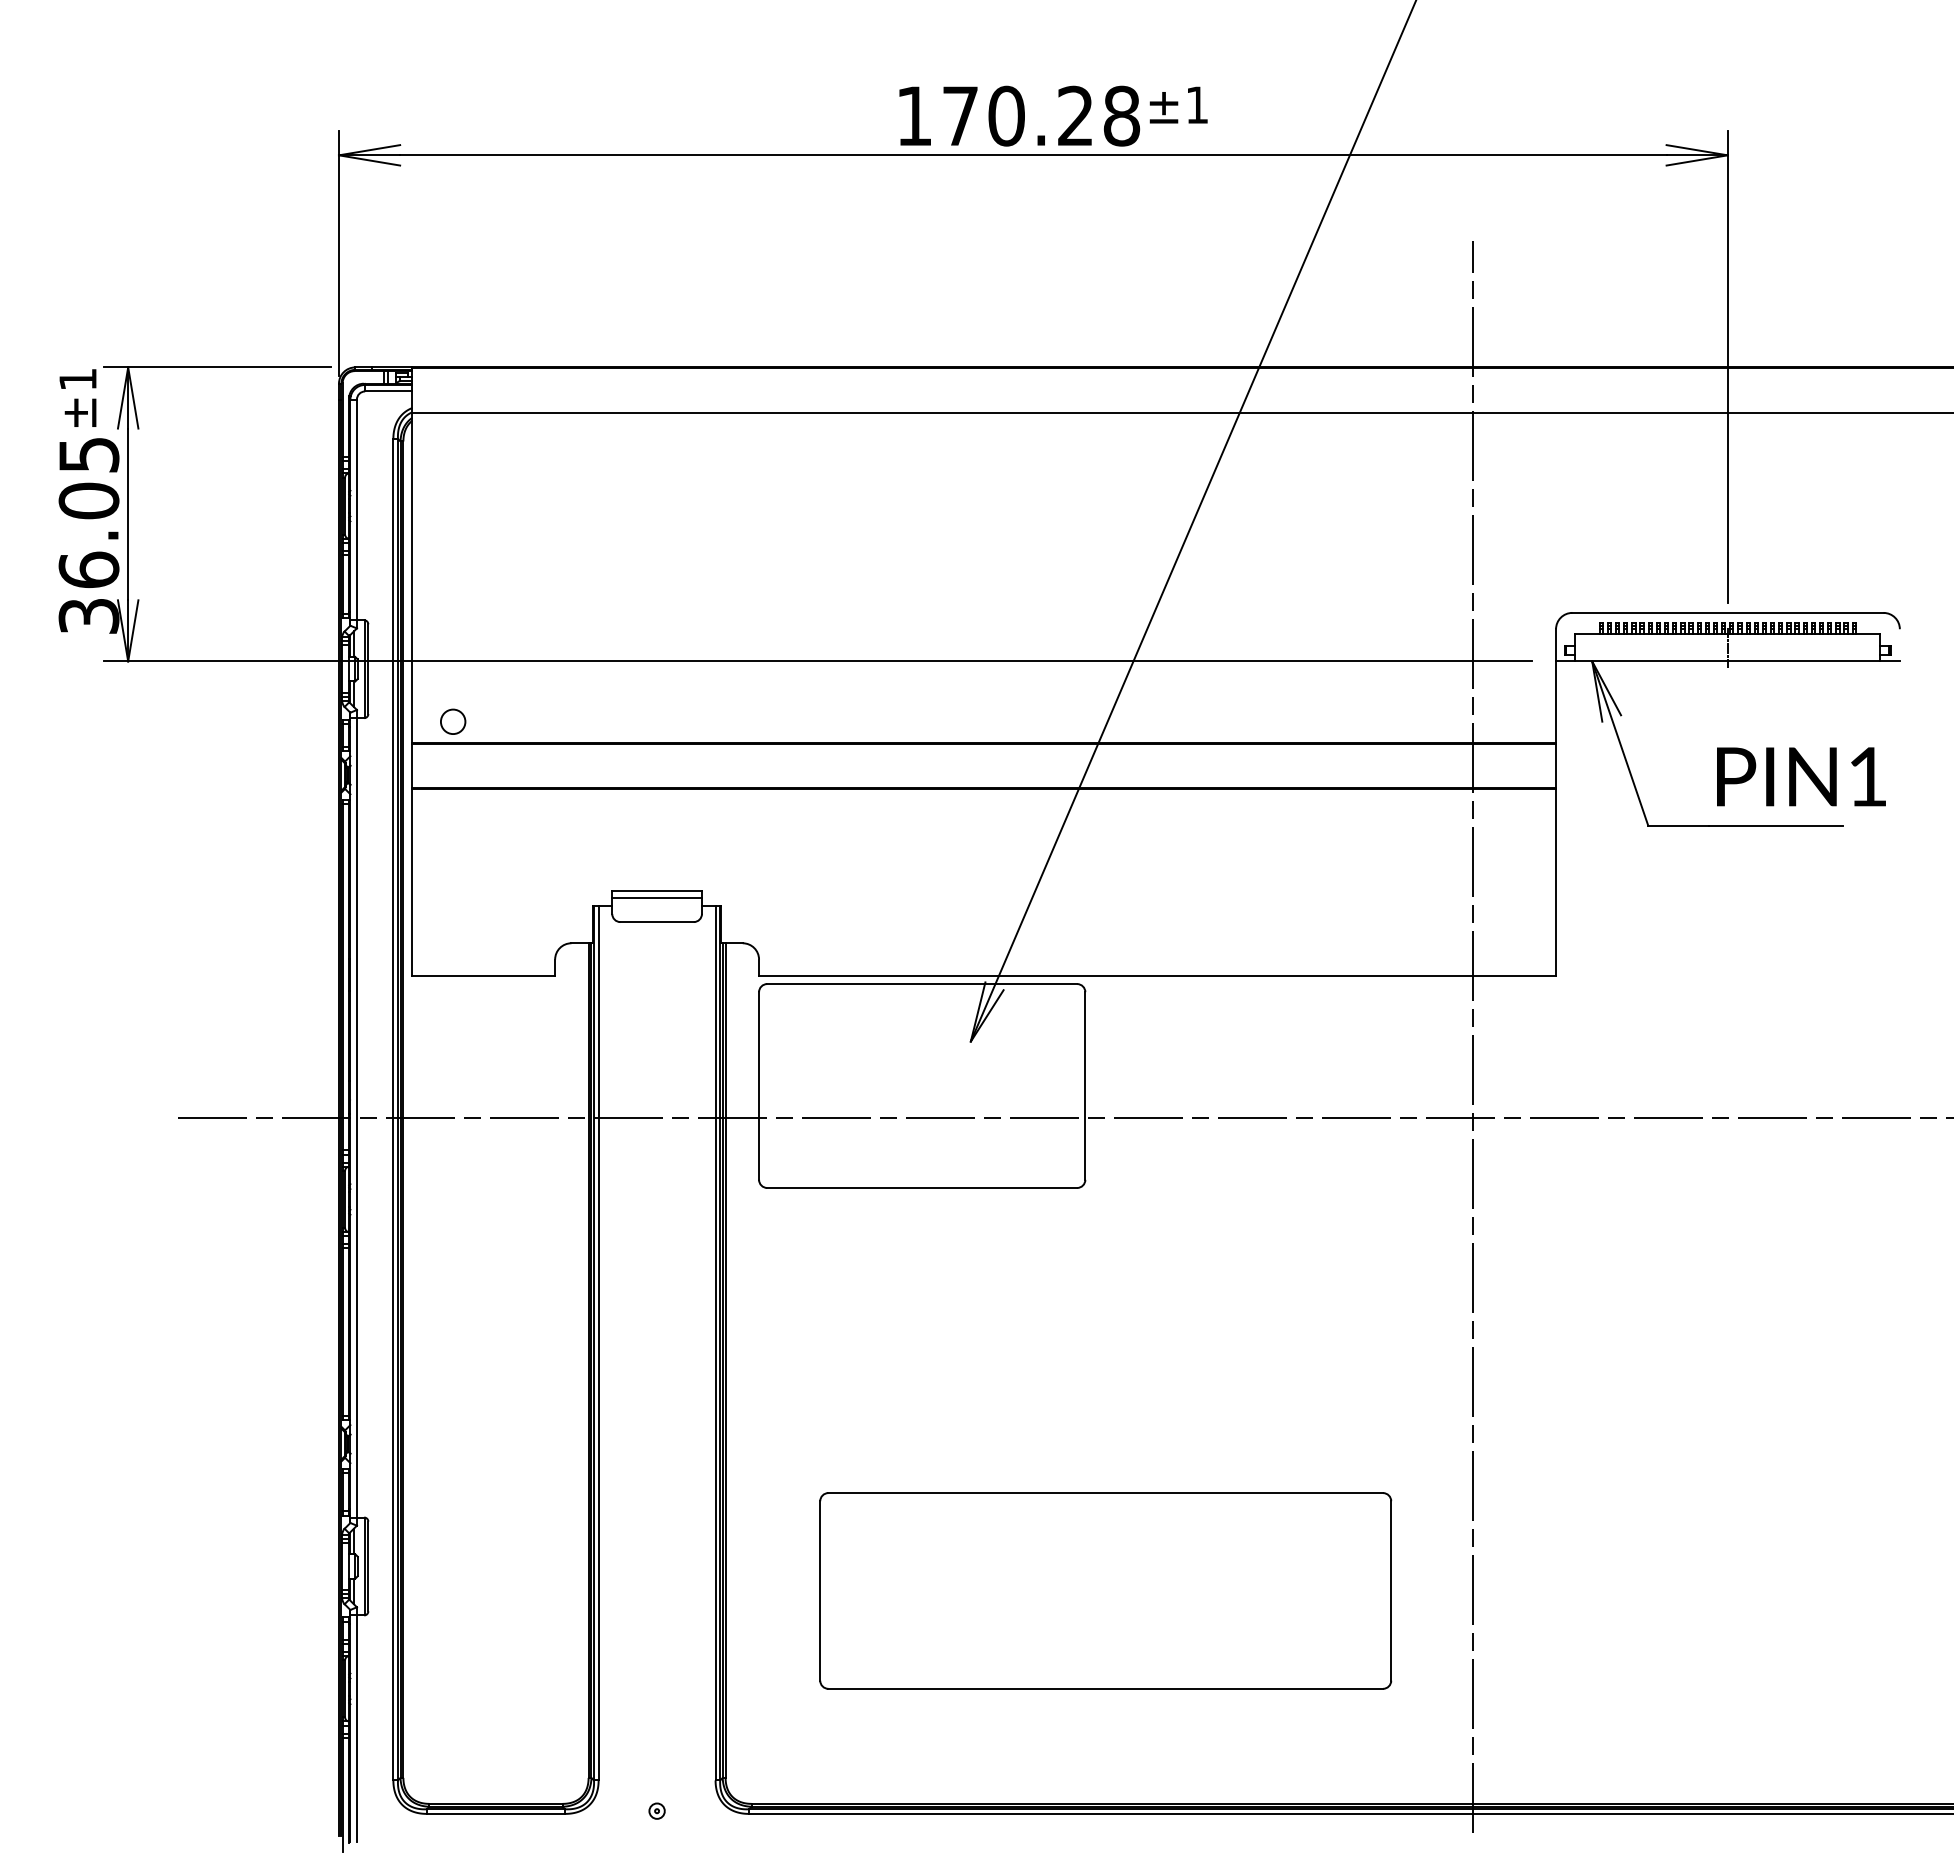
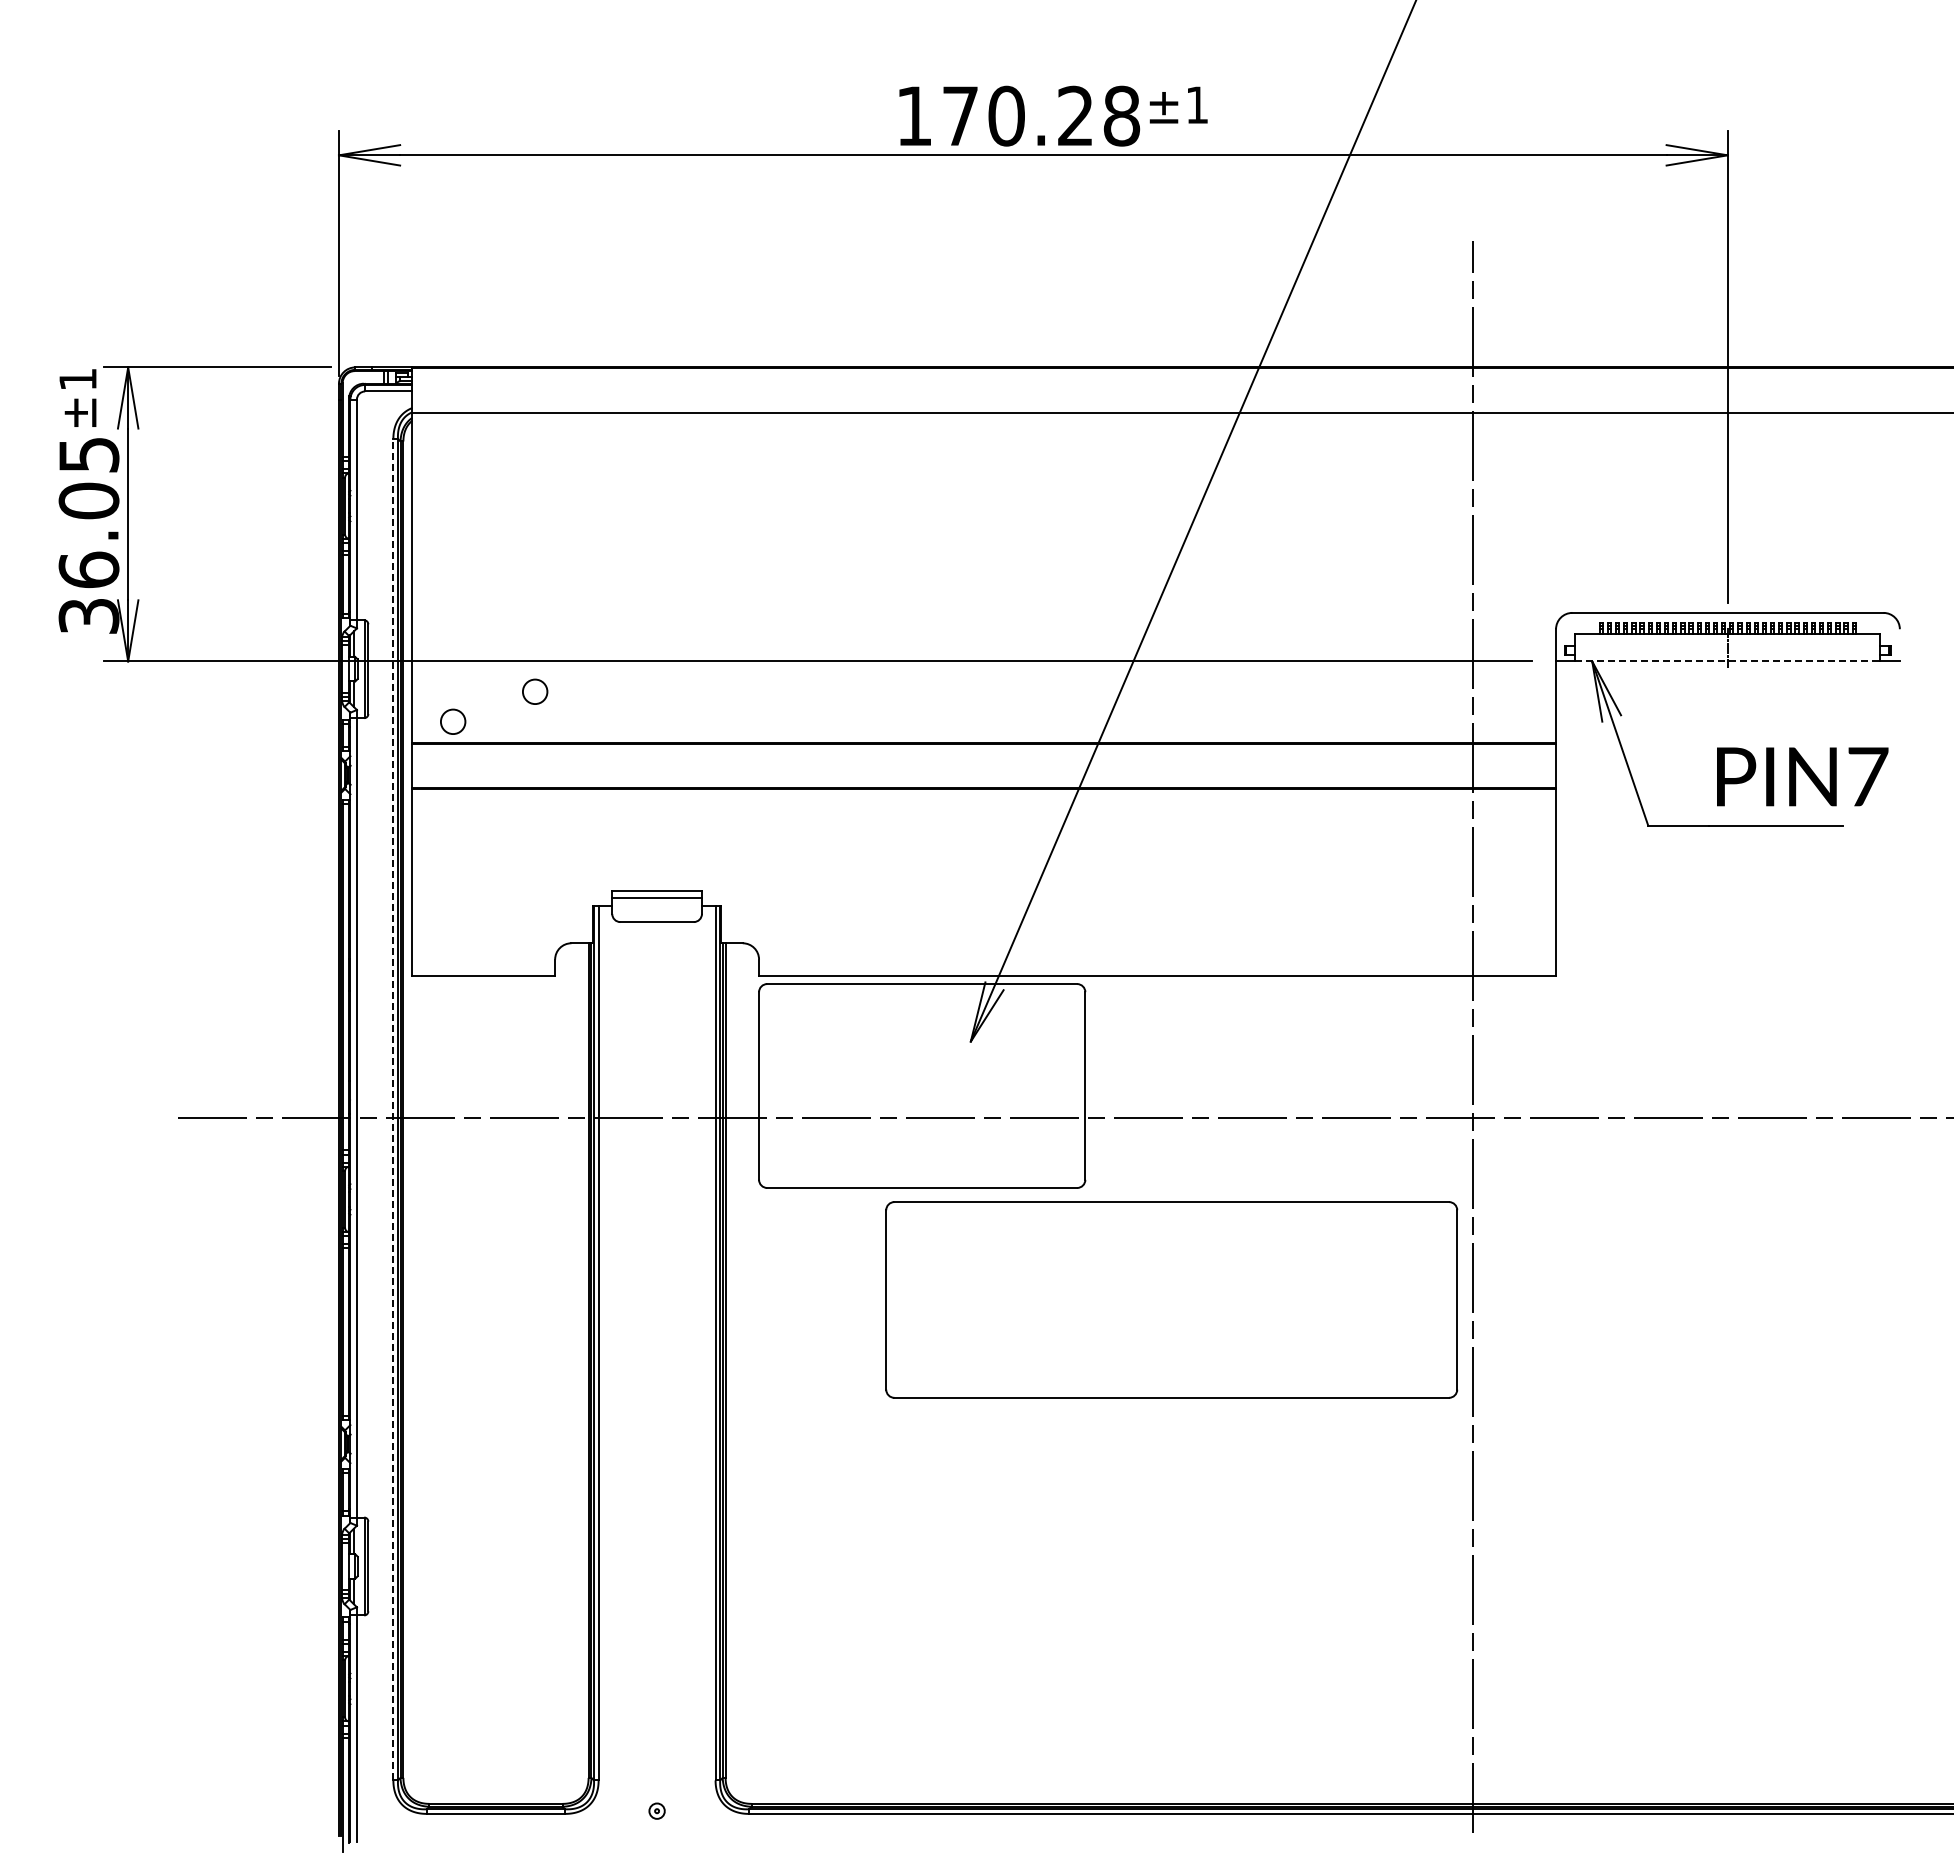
line at (1727, 661): solid -> dashed
circle at (535, 691): none -> present
text at (1868, 776): PIN1 -> PIN7
line at (393, 1109): solid -> dashed
part at (1105, 1590) position: (1105, 1590) -> (1171, 1299)
